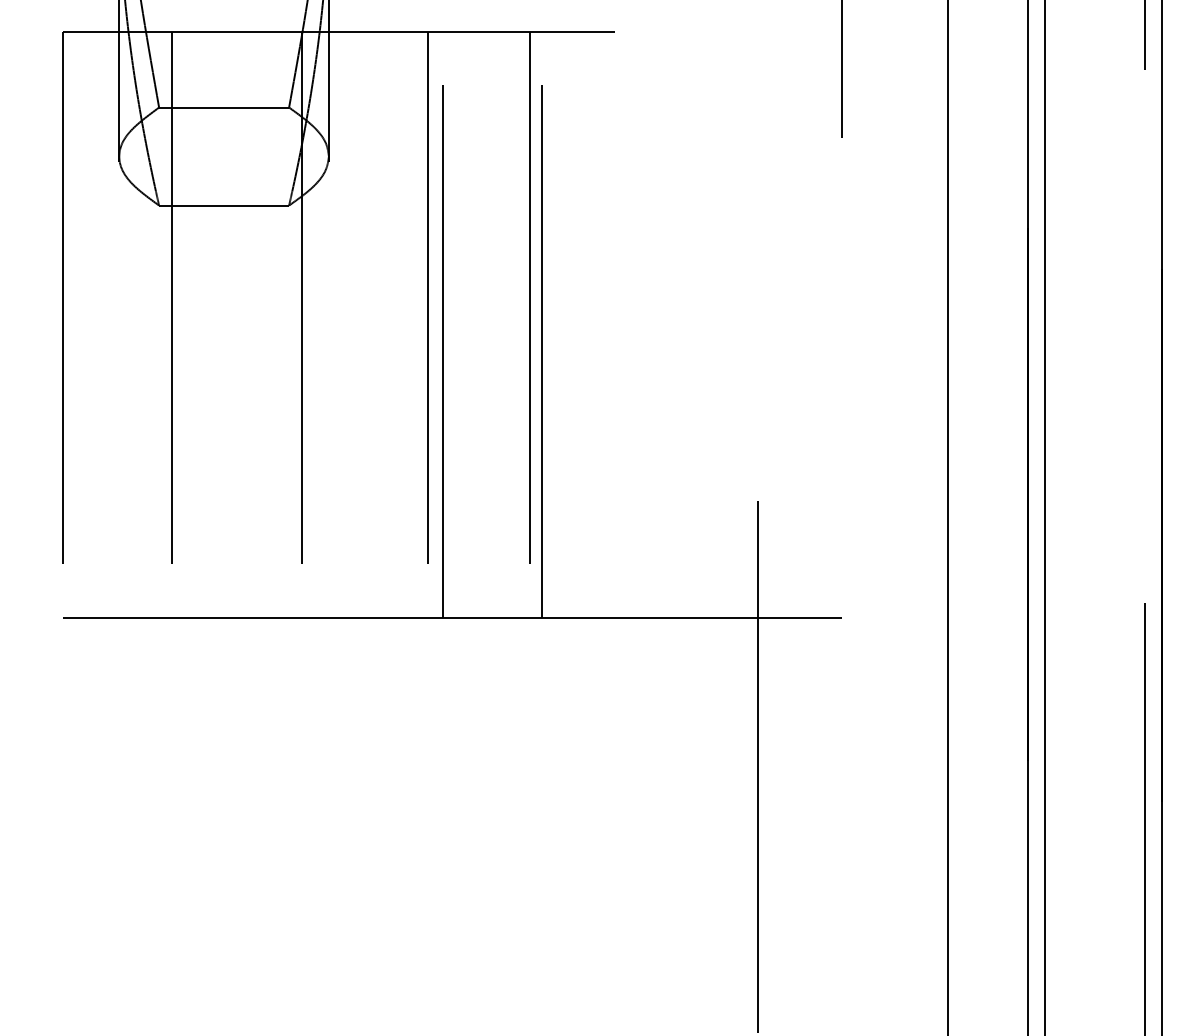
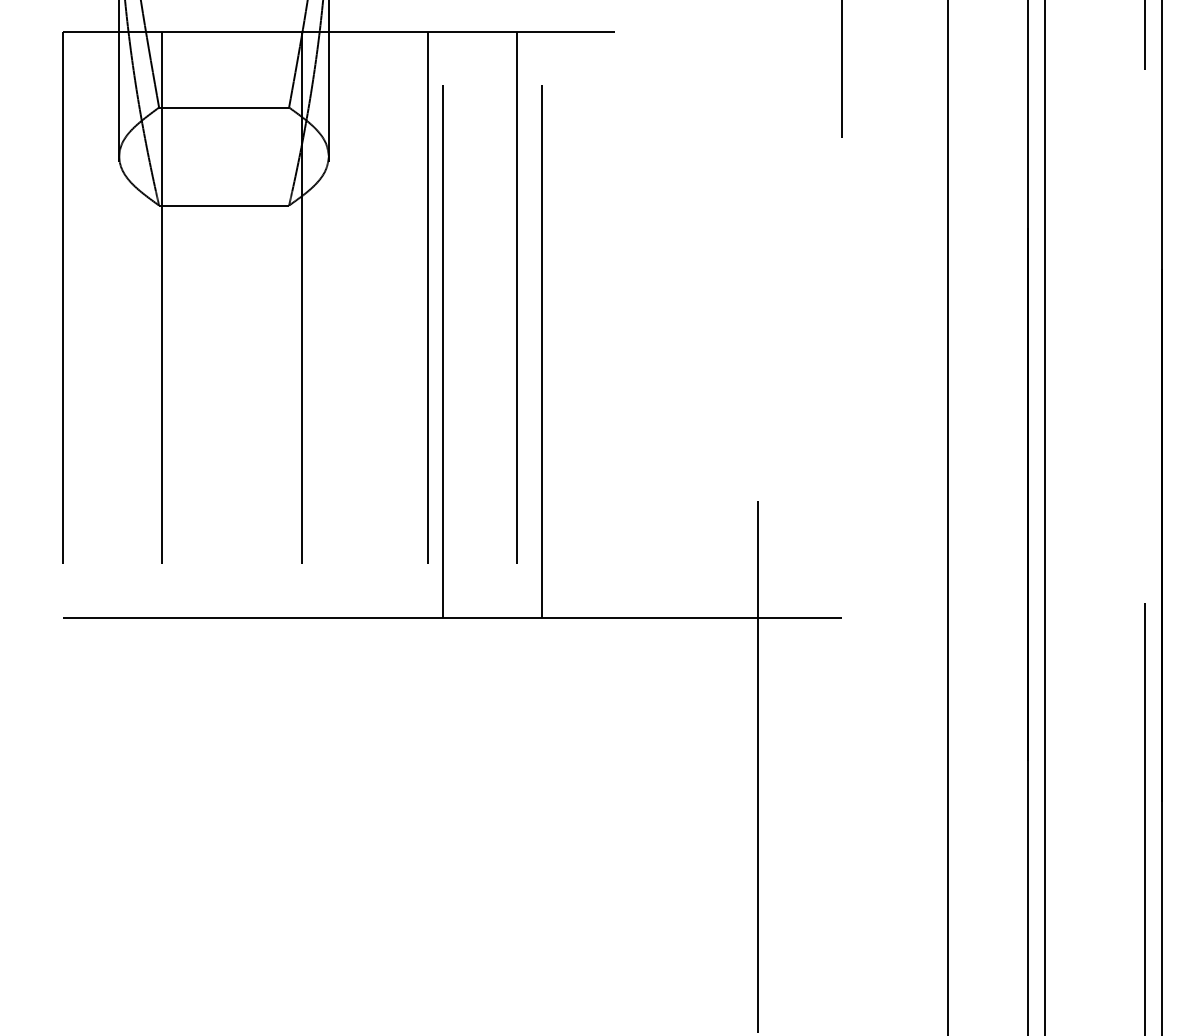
line at (172, 324) position: (172, 324) -> (162, 324)
line at (530, 324) position: (530, 324) -> (517, 324)
